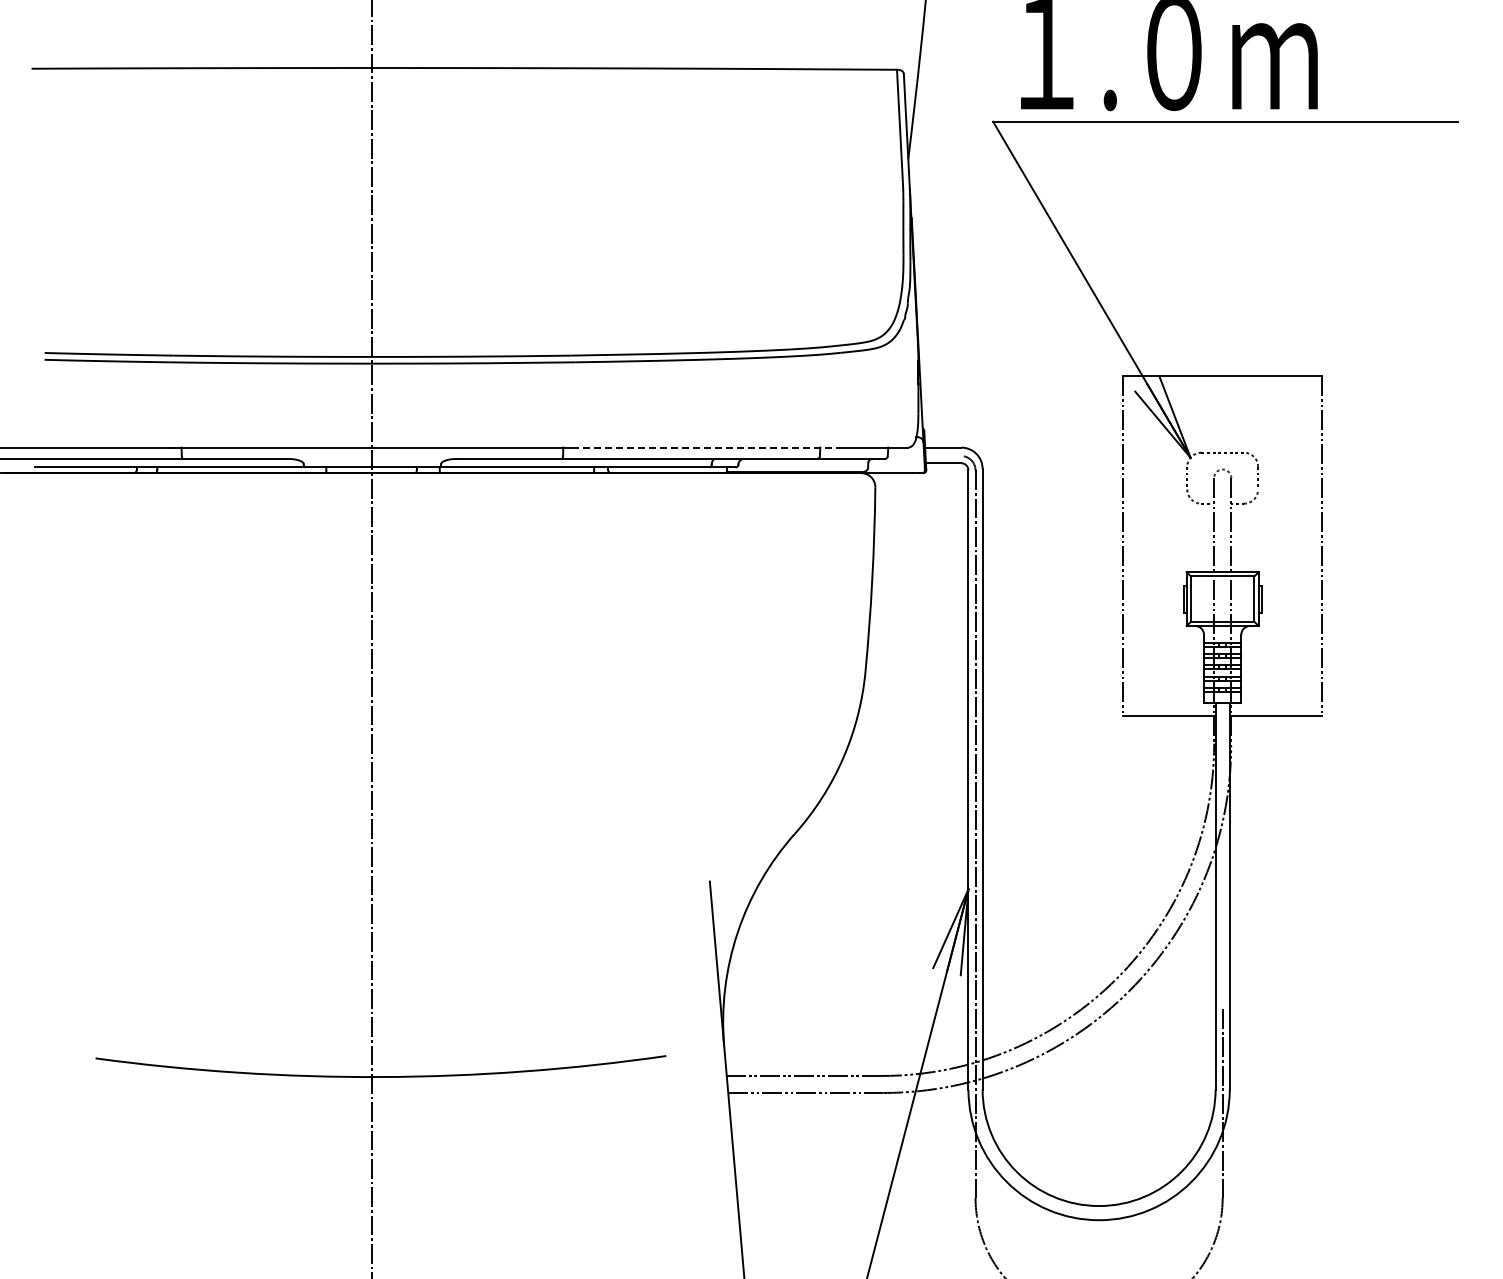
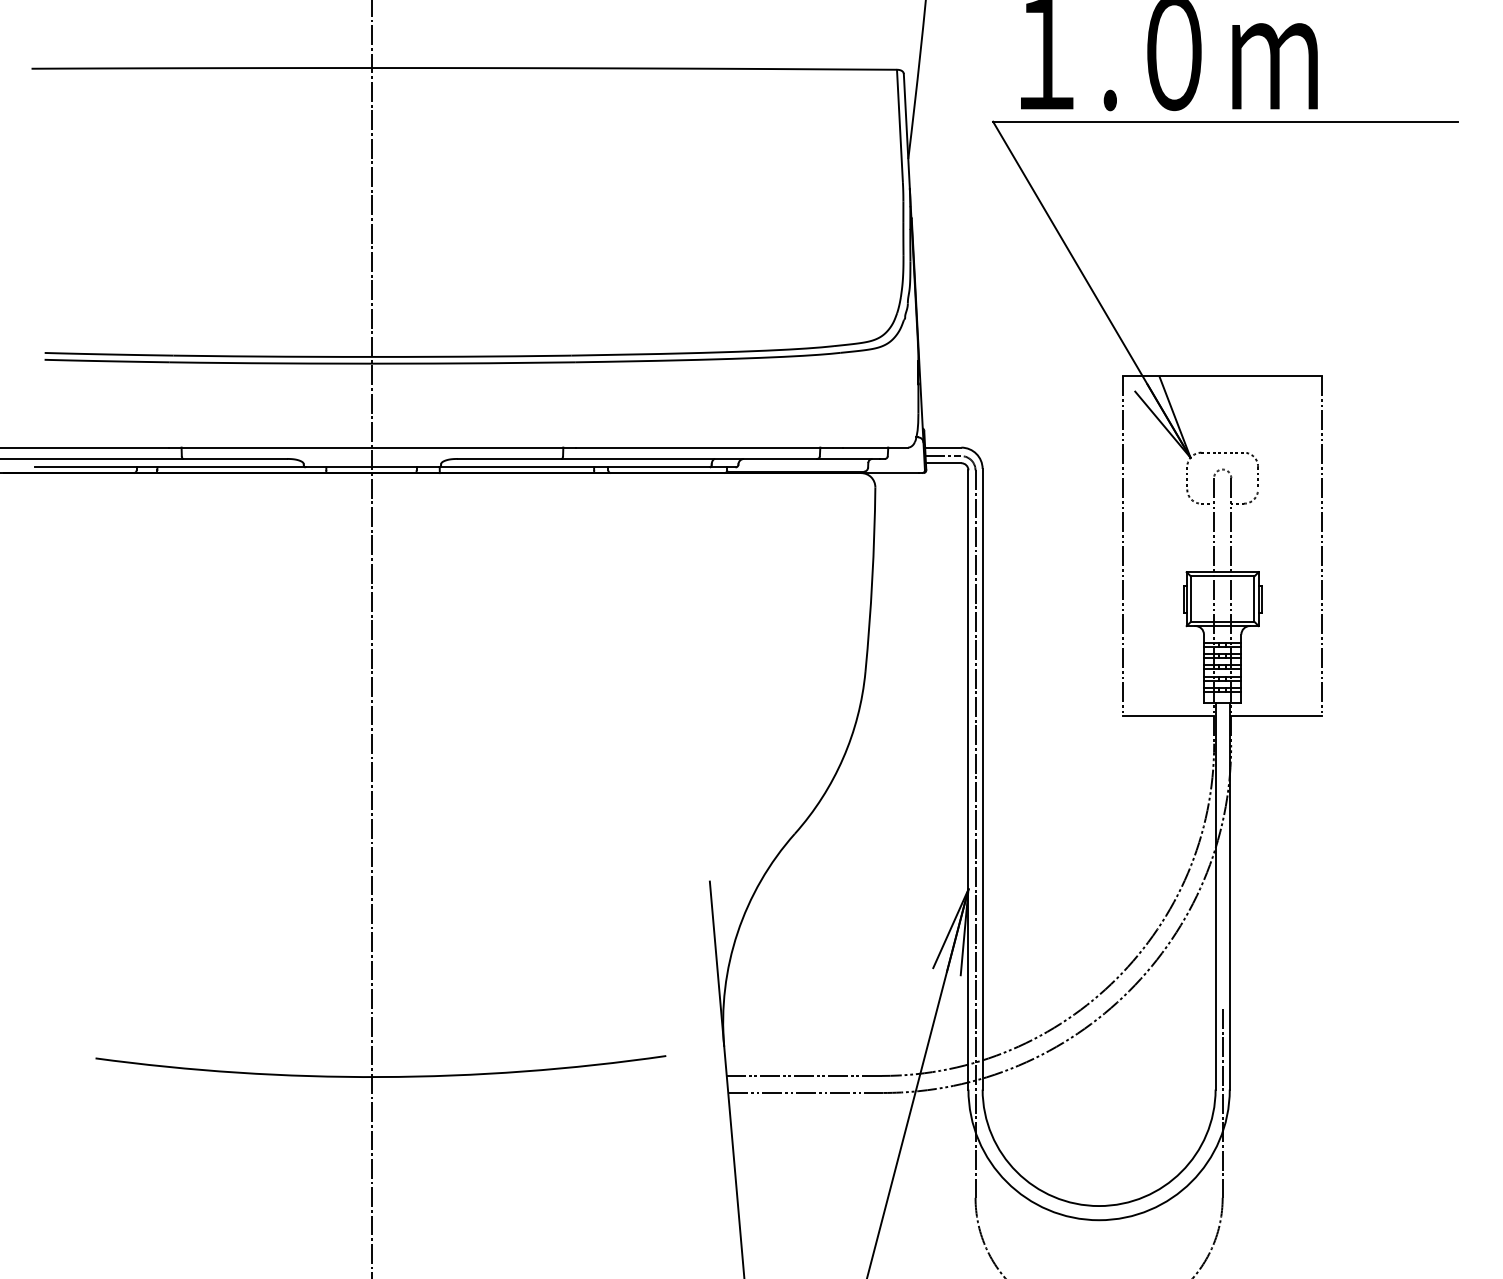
line at (708, 447): dashed -> solid
line at (943, 456): none -> present
